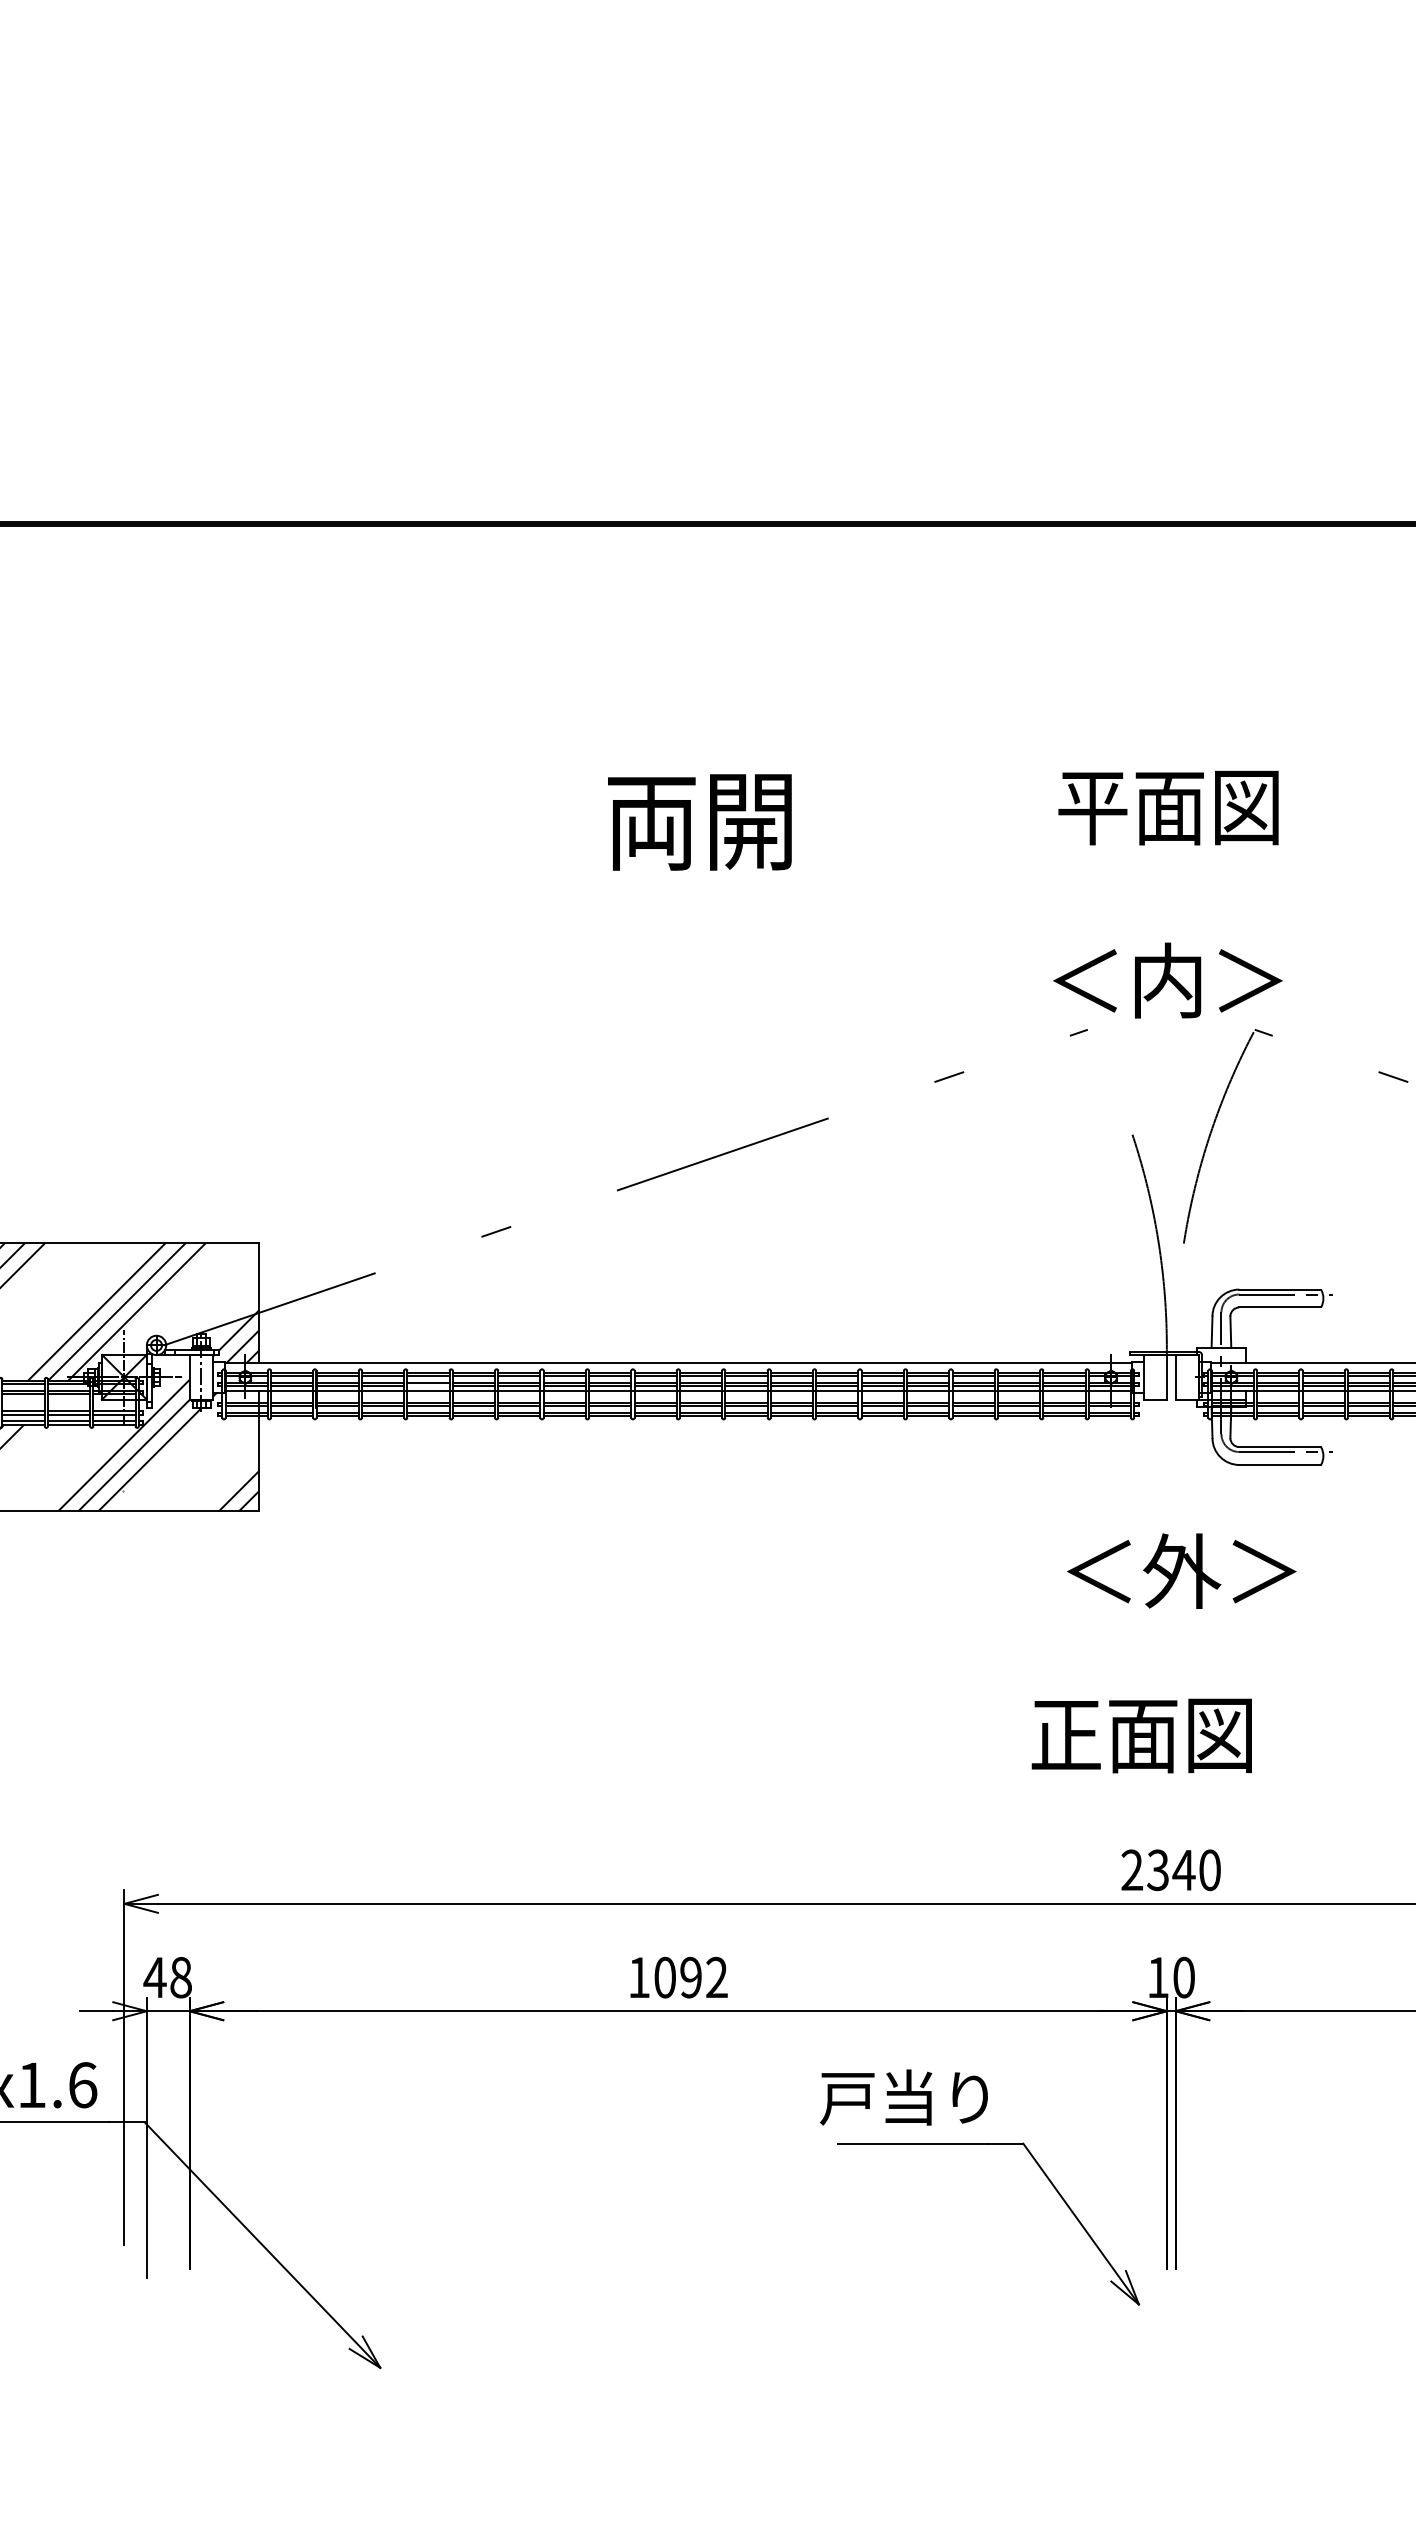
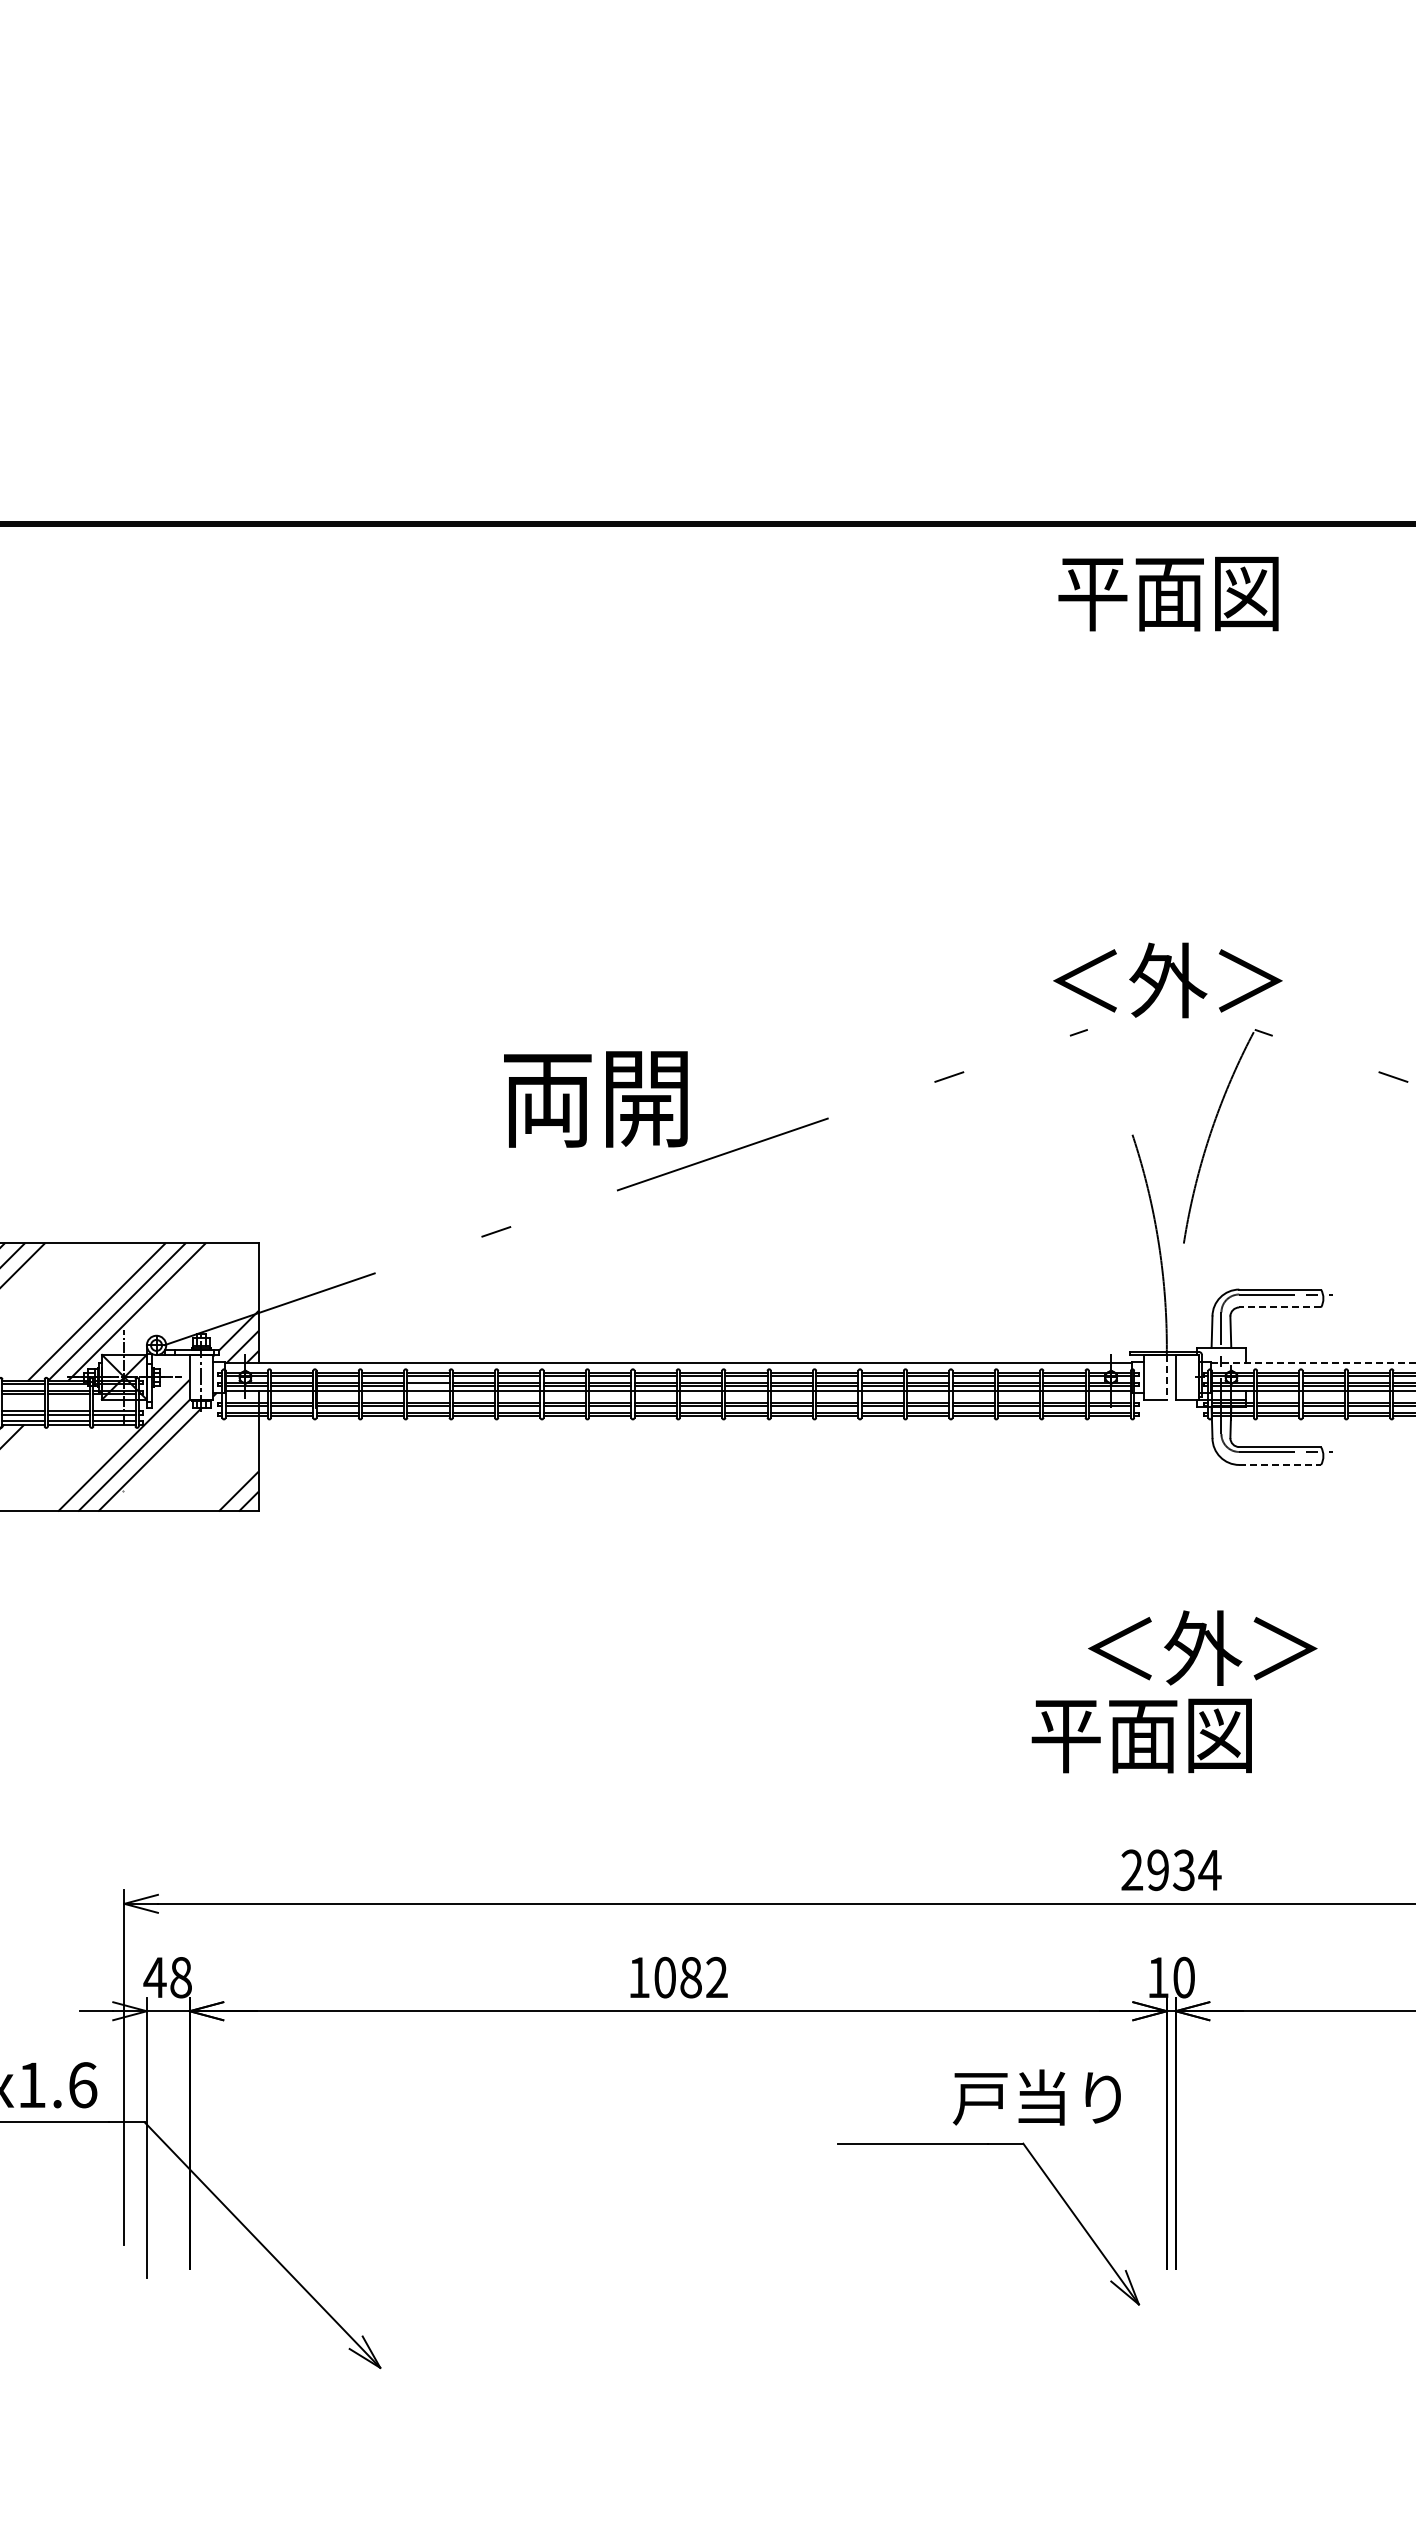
text at (1168, 807) position: (1168, 807) -> (1168, 593)
text at (699, 822) position: (699, 822) -> (595, 1099)
text at (1168, 980): ＜内＞ -> ＜外＞
line at (1280, 1307): solid -> dashed
line at (1313, 1363): solid -> dashed
line at (1166, 1377): solid -> dashed
line at (1280, 1464): solid -> dashed
text at (1181, 1570) position: (1181, 1570) -> (1202, 1647)
text at (1065, 1736): 正面図 -> 平面図
text at (1184, 1870): 2340 -> 2934
text at (690, 1977): 1092 -> 1082
text at (903, 2097) position: (903, 2097) -> (1036, 2097)
